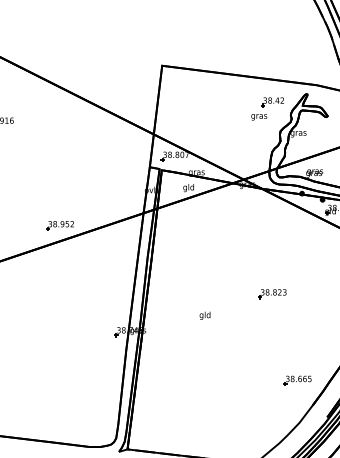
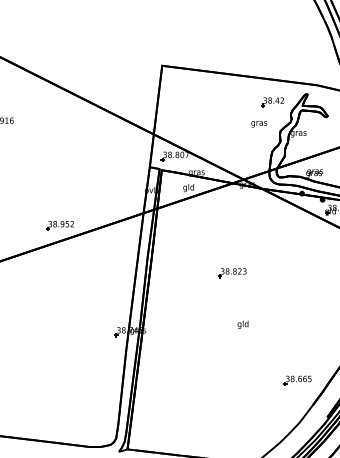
text at (259, 117) position: (259, 117) -> (259, 124)
part at (272, 294) position: (272, 294) -> (232, 273)
text at (204, 315) position: (204, 315) -> (242, 324)
